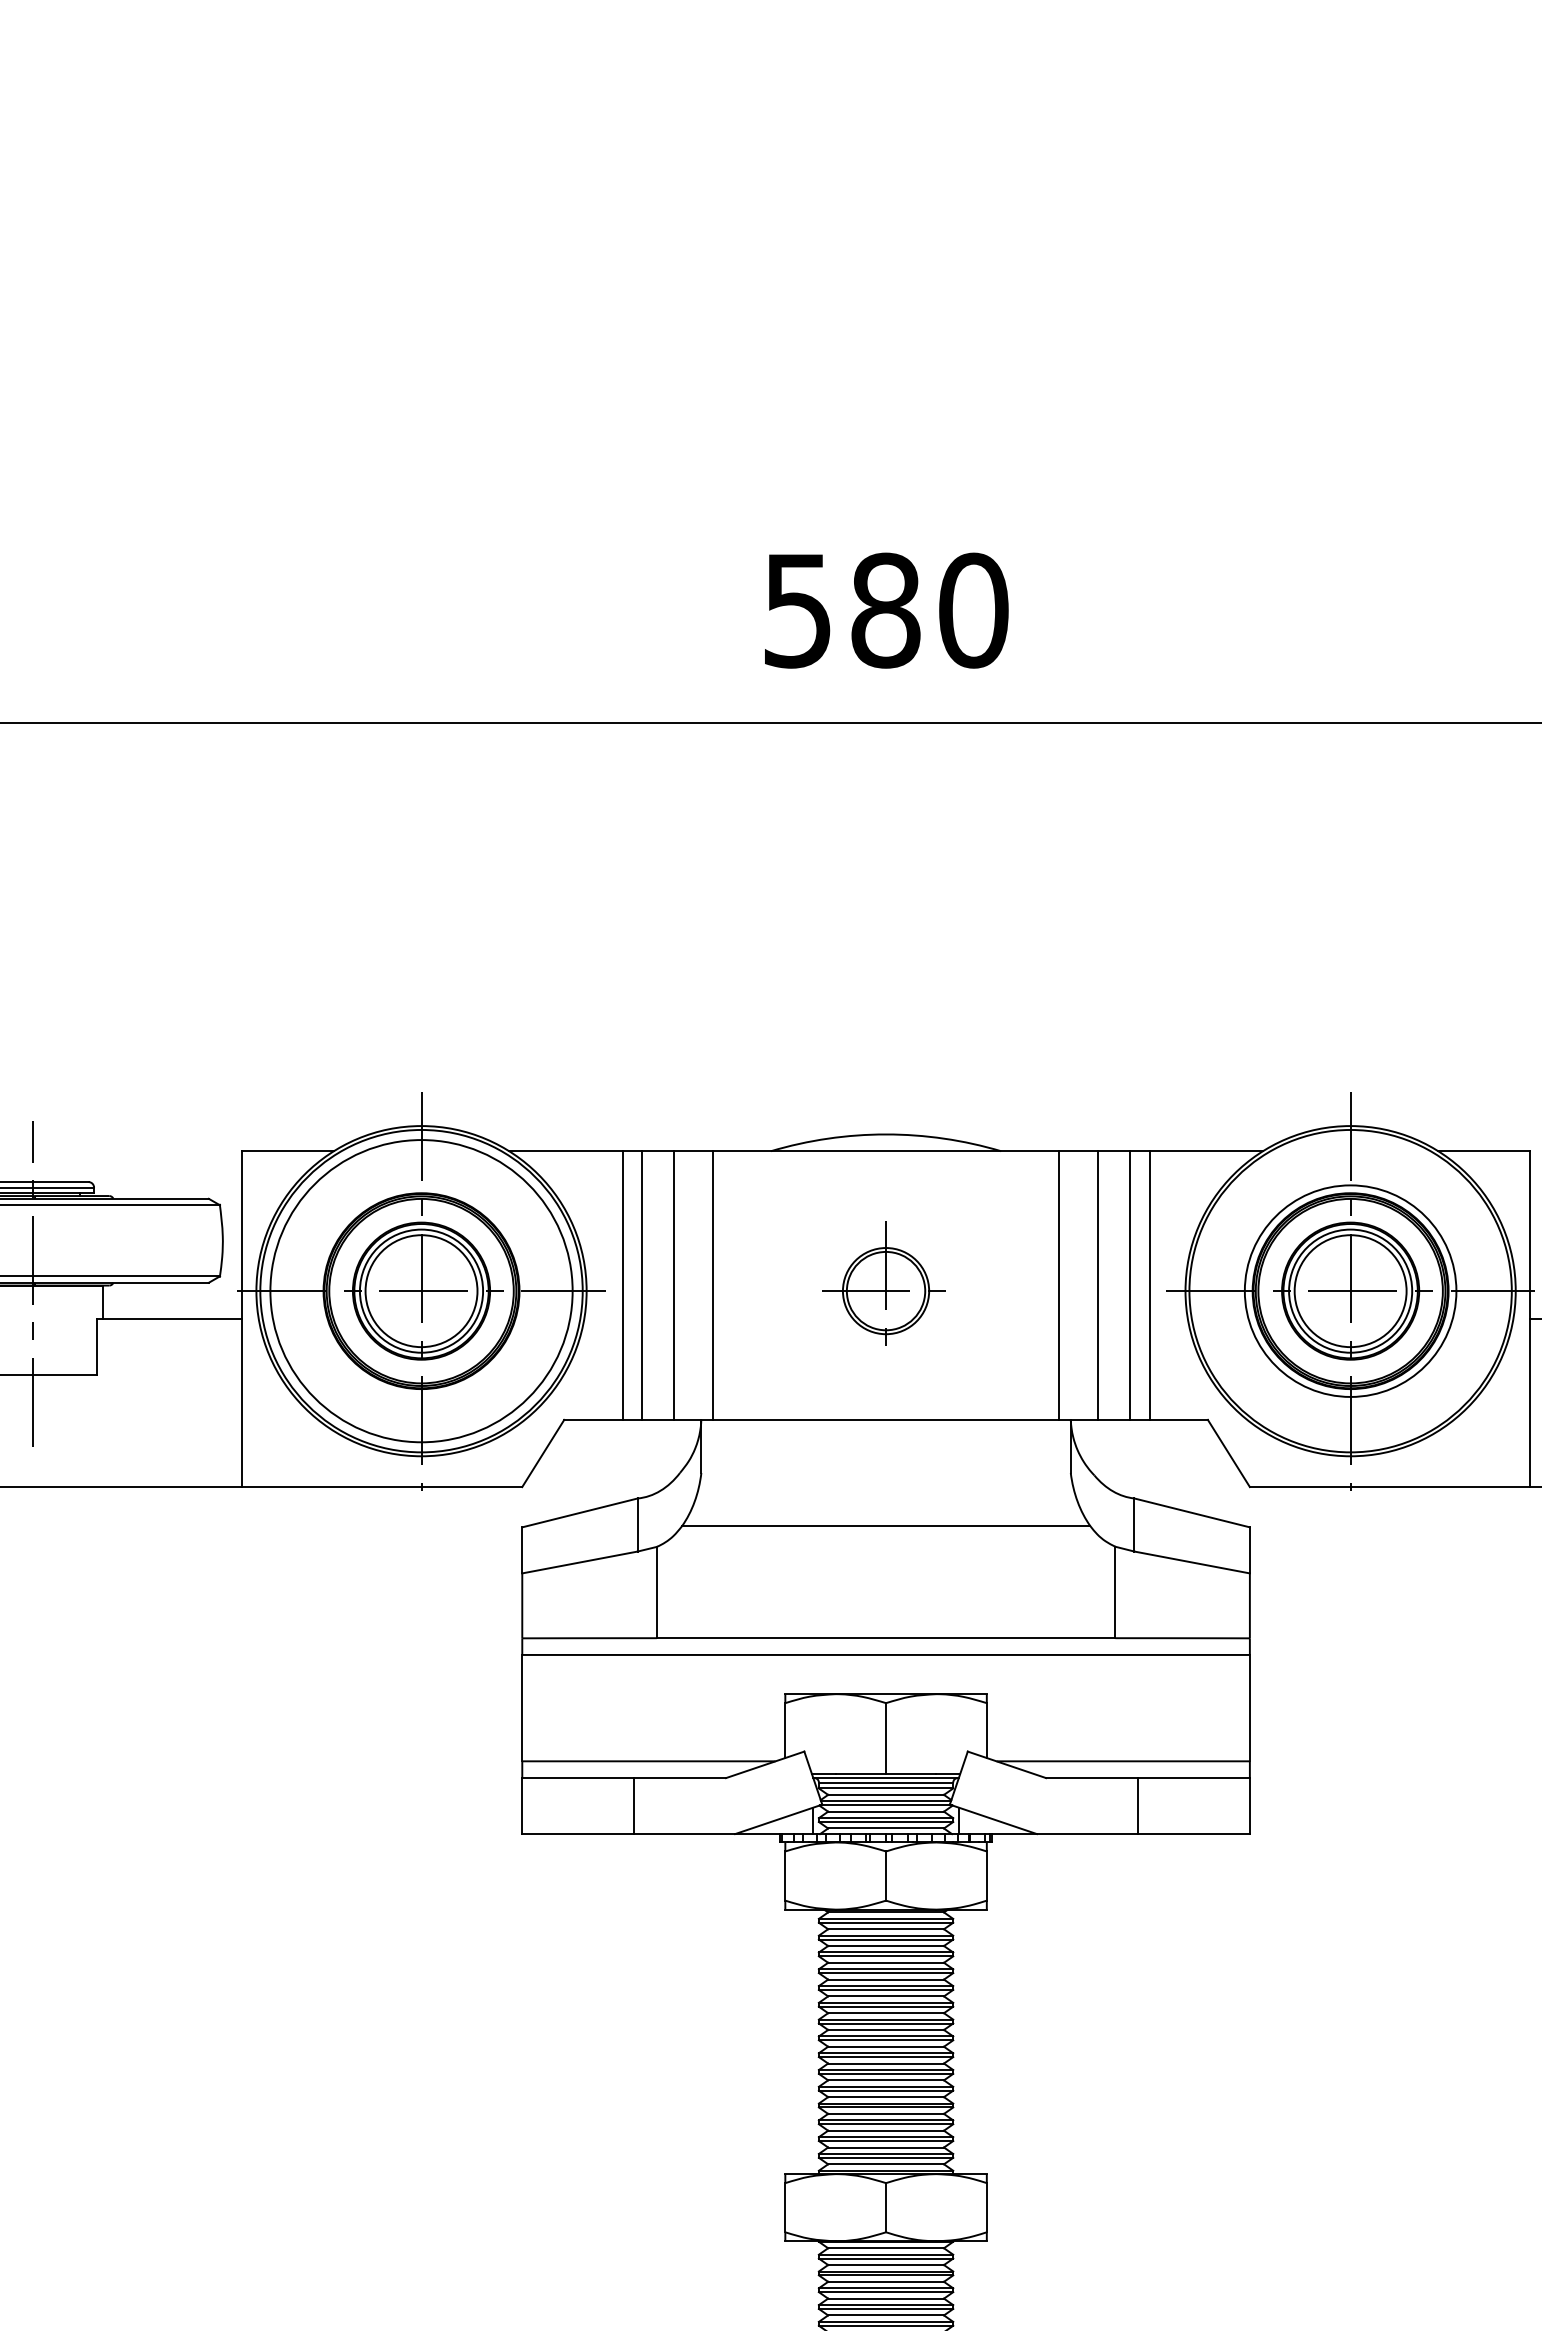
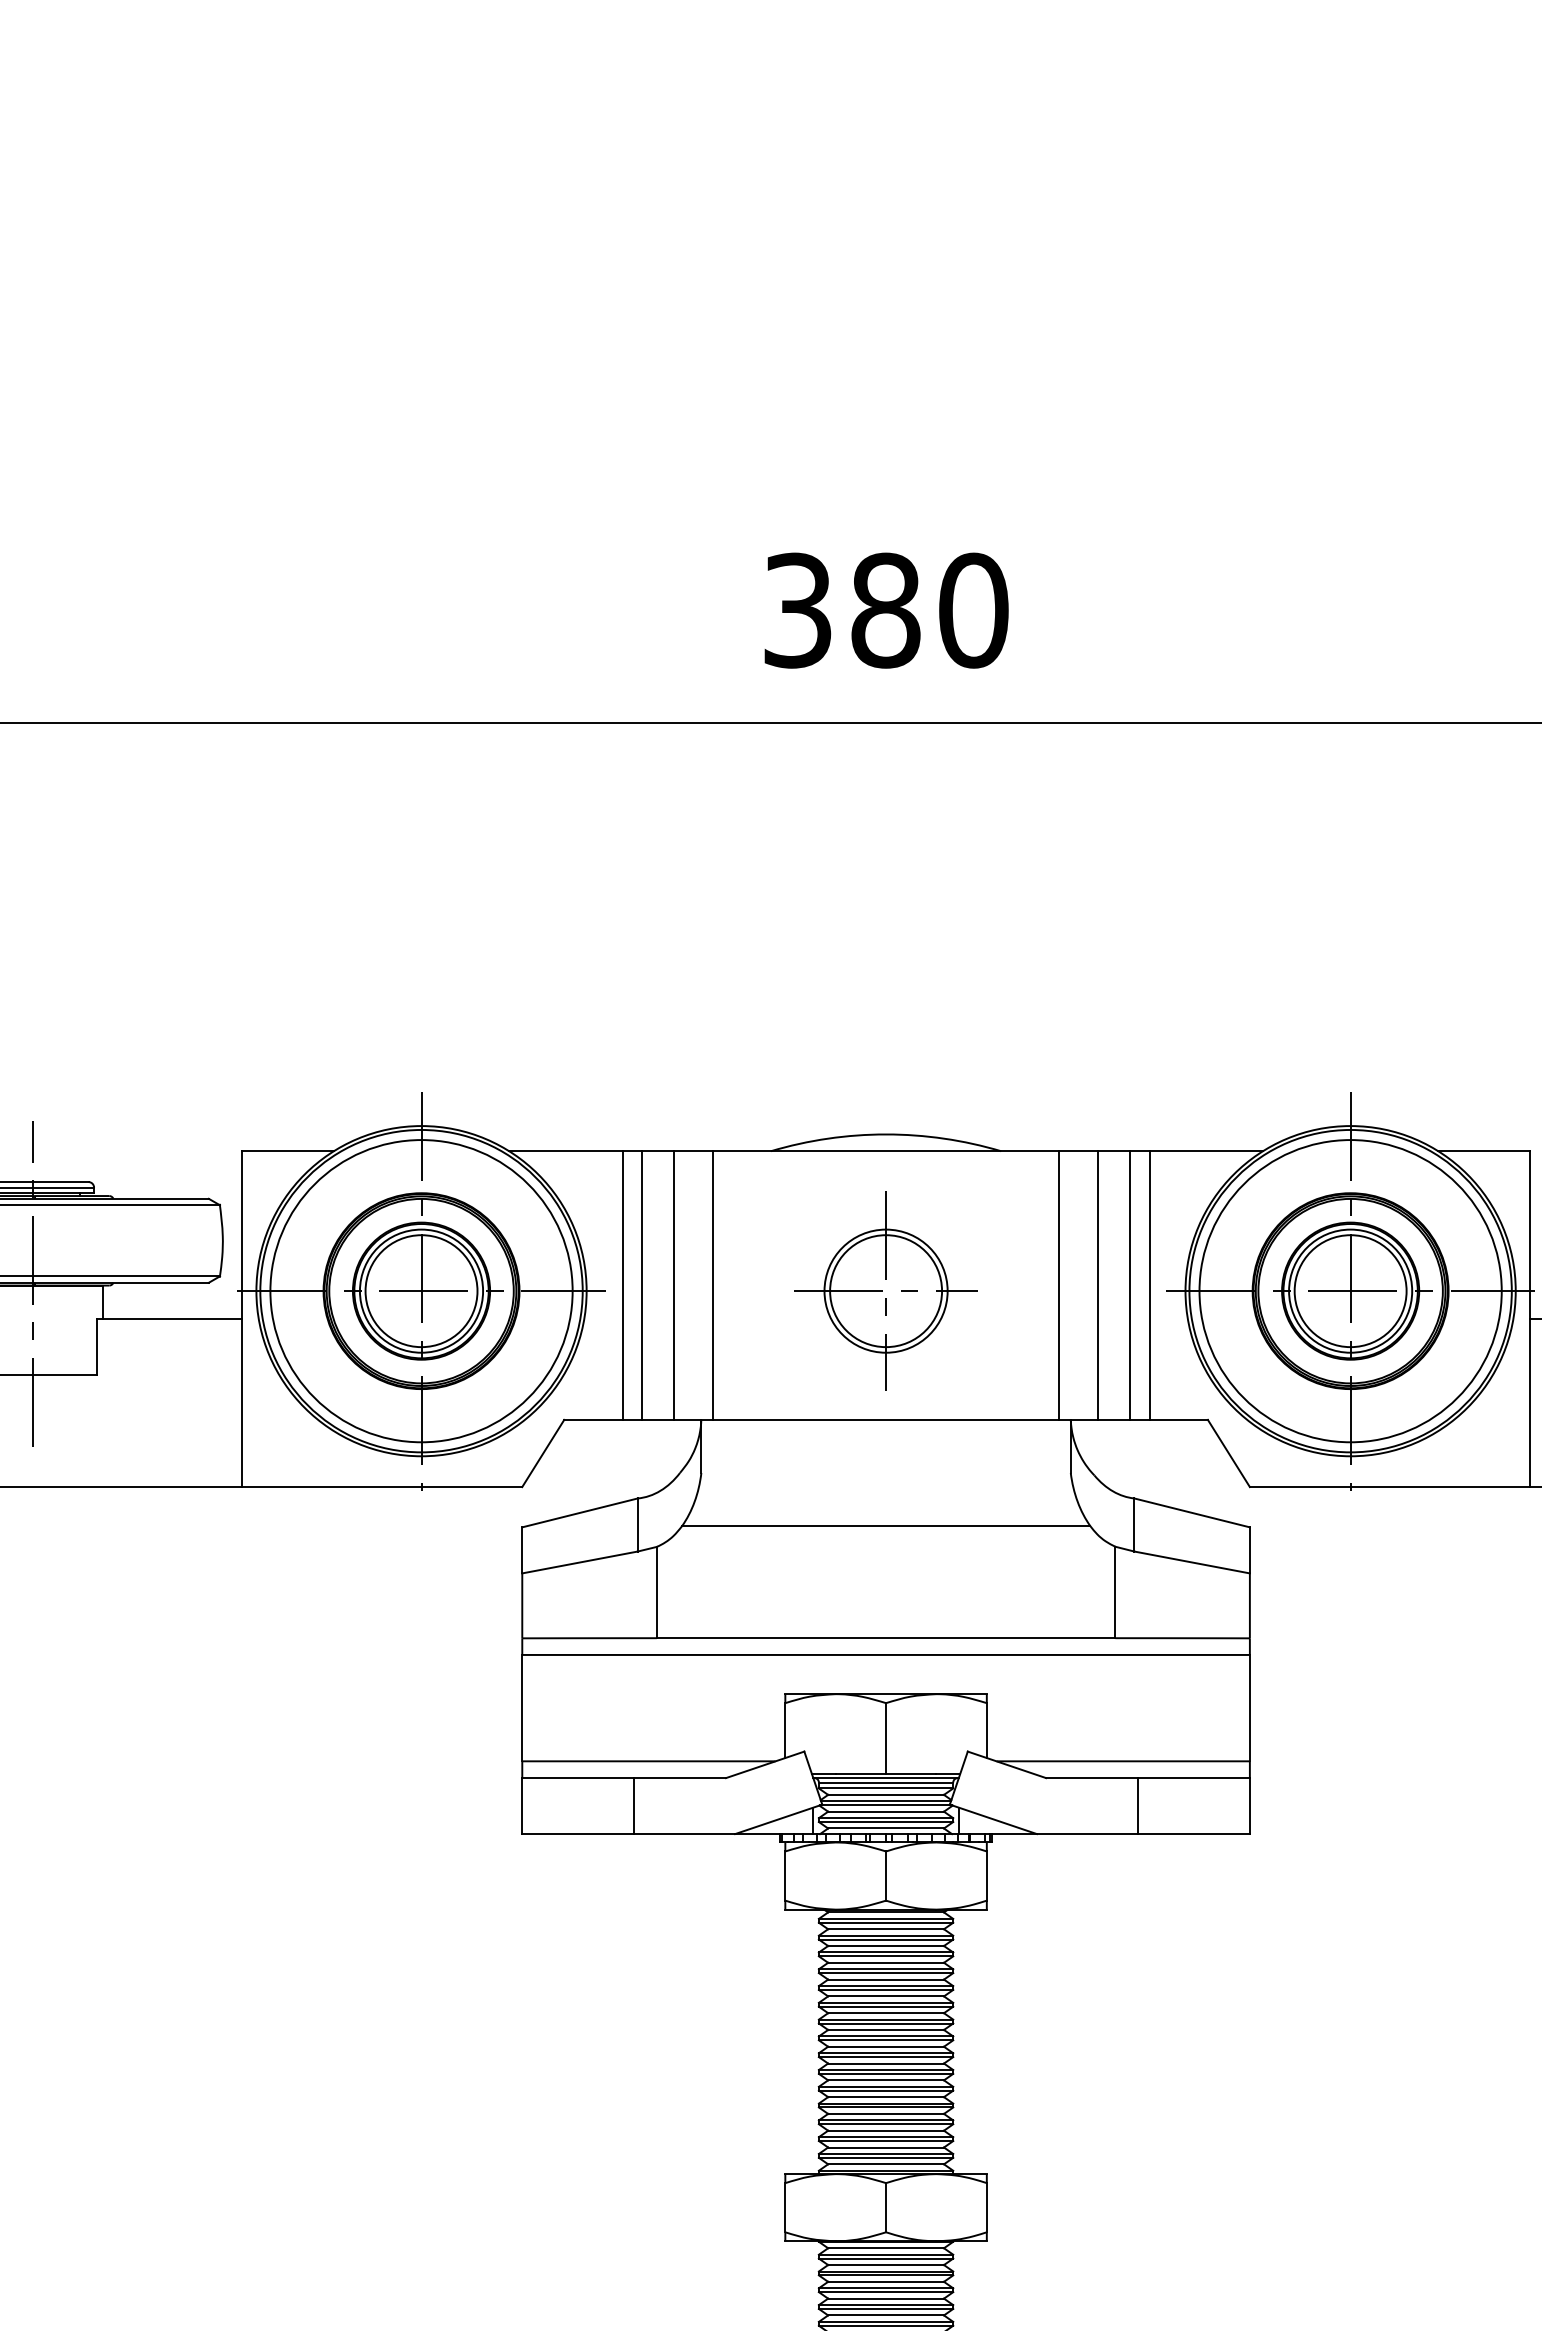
text at (797, 610): 580 -> 380
part at (883, 1283) size: 124x125 px -> 184x200 px
circle at (1350, 1290) diameter: 212 px -> 302 px
